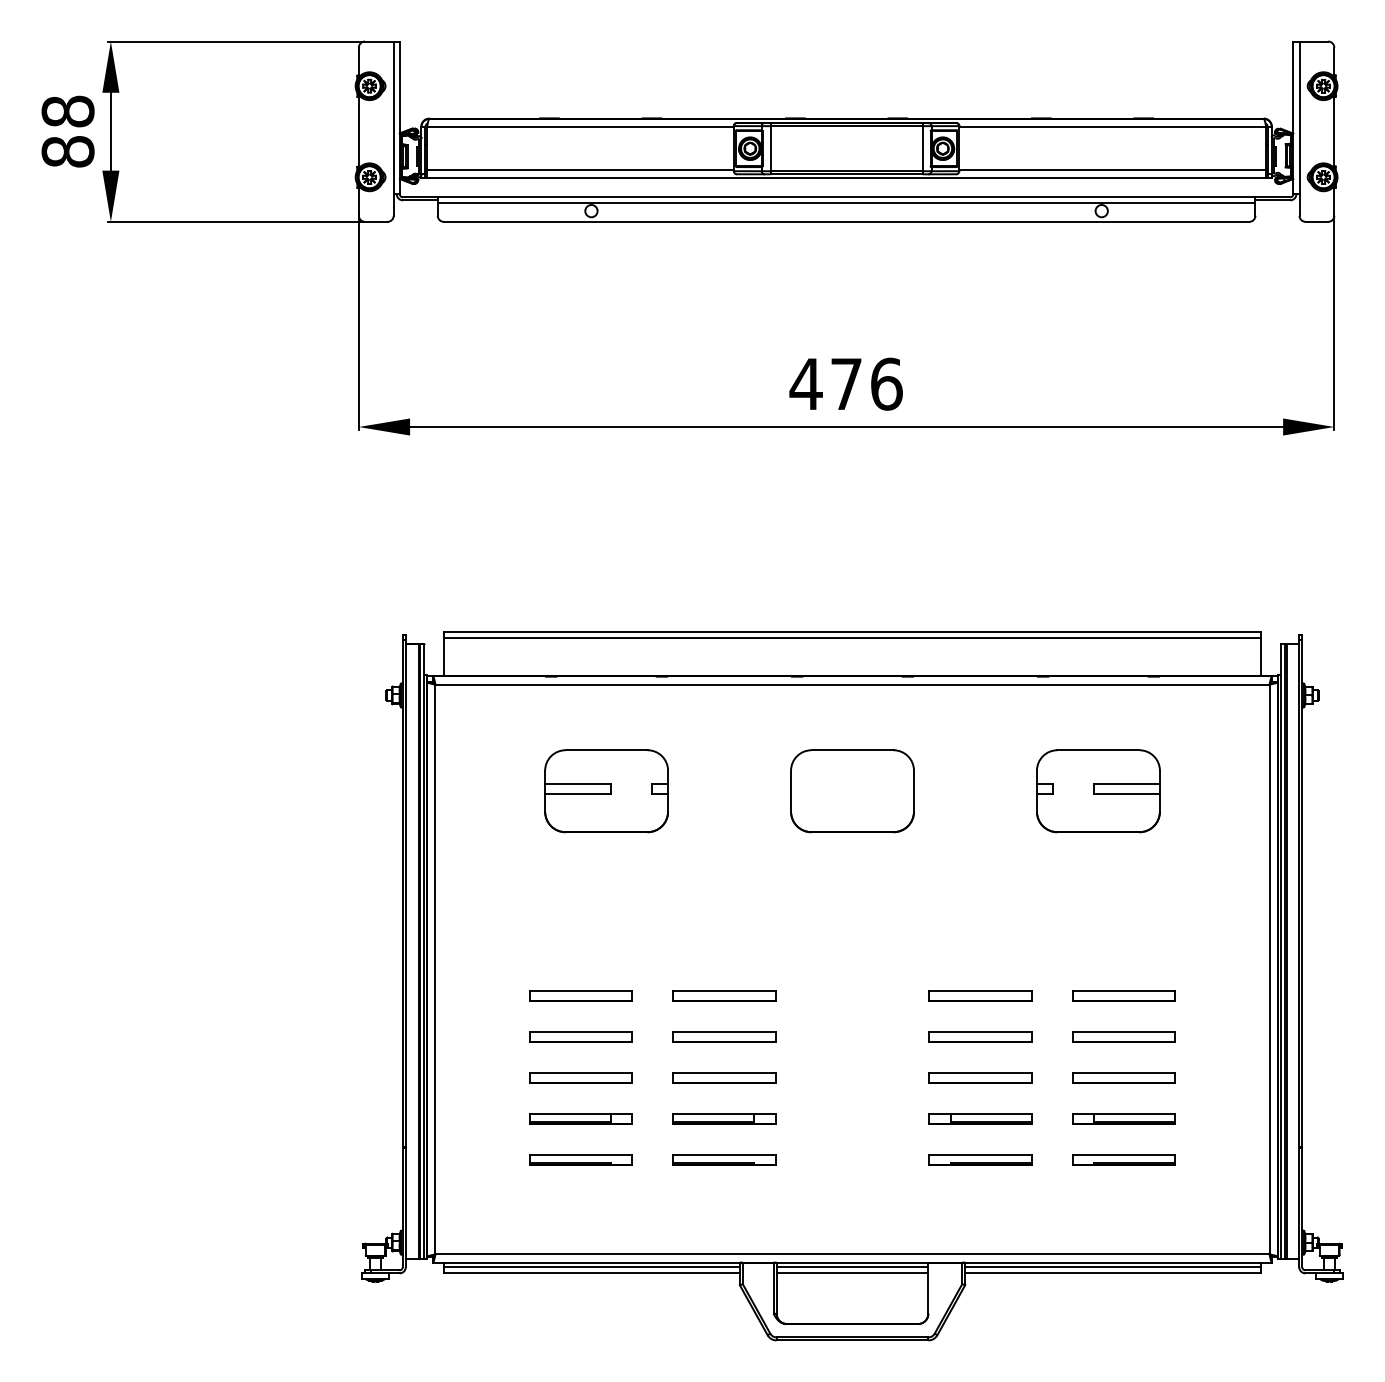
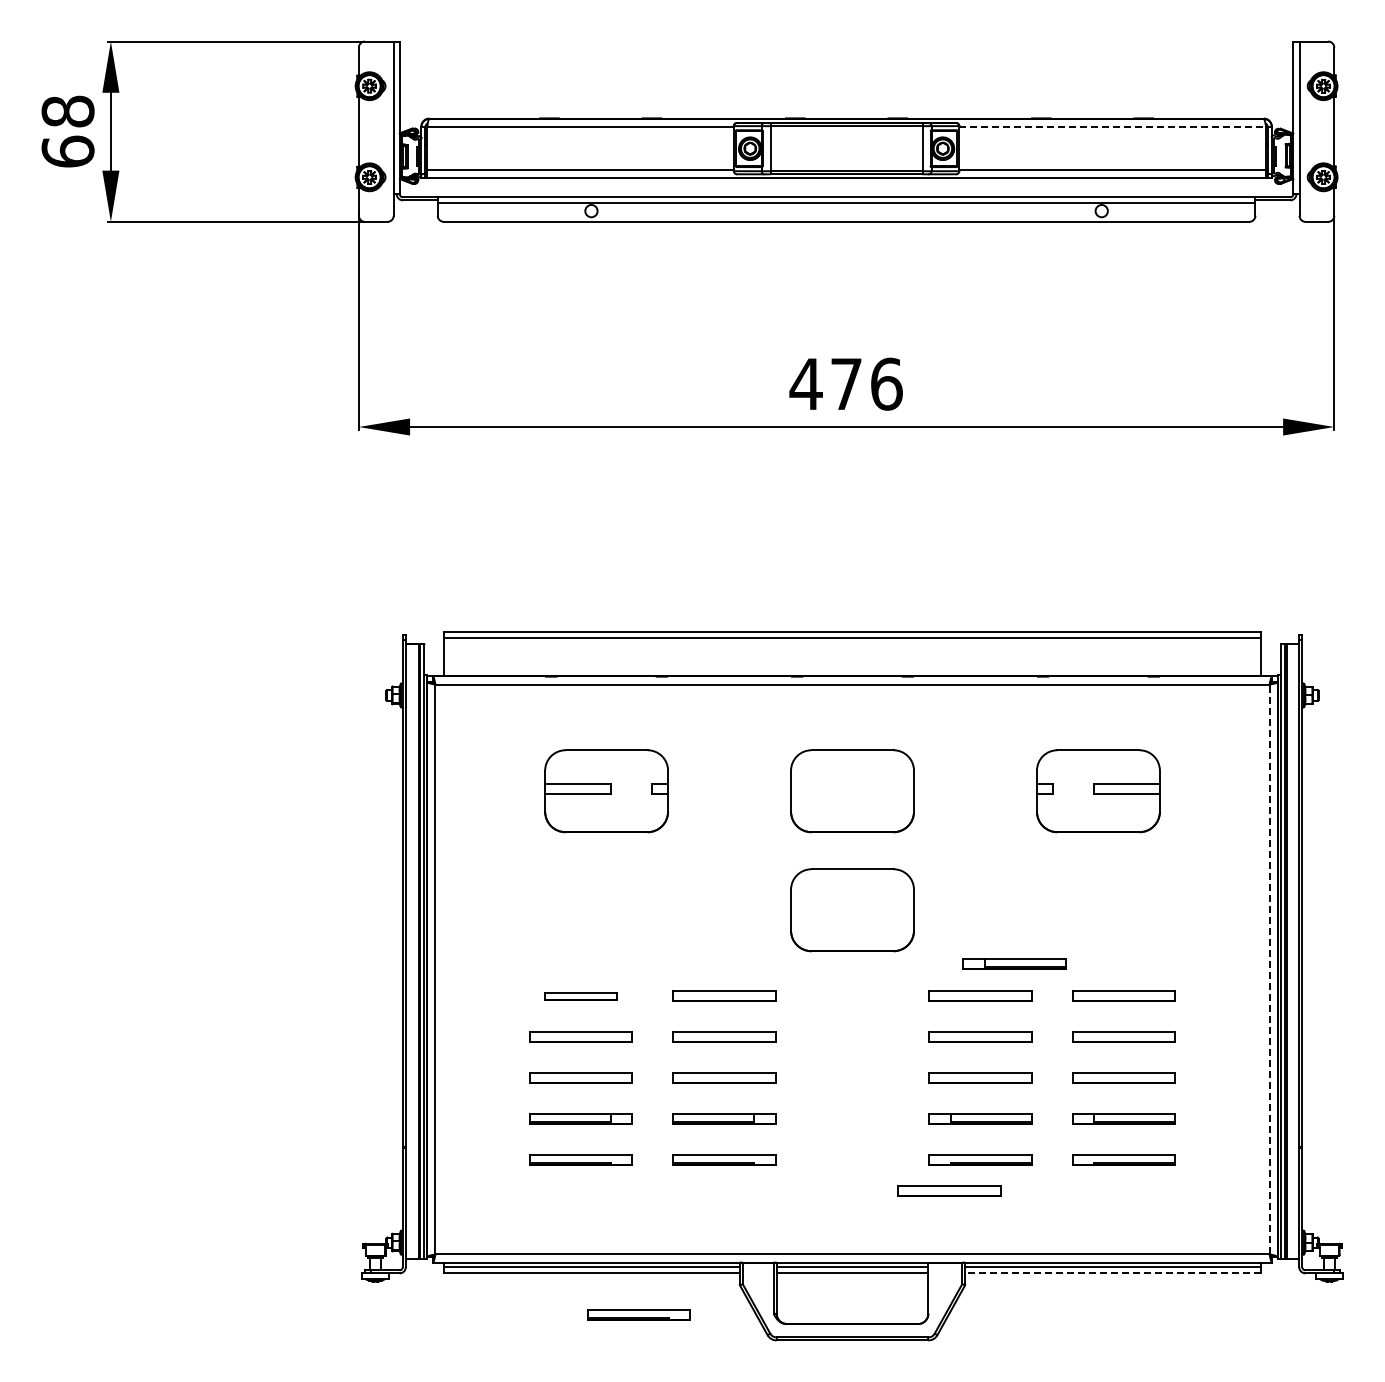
line at (1113, 127): solid -> dashed
text at (67, 151): 88 -> 68
part at (852, 910): none -> present
part at (1014, 963): none -> present
line at (1269, 969): solid -> dashed
part at (580, 995) size: 104x12 px -> 74x9 px
part at (949, 1190): none -> present
line at (1112, 1273): solid -> dashed
part at (638, 1314): none -> present
